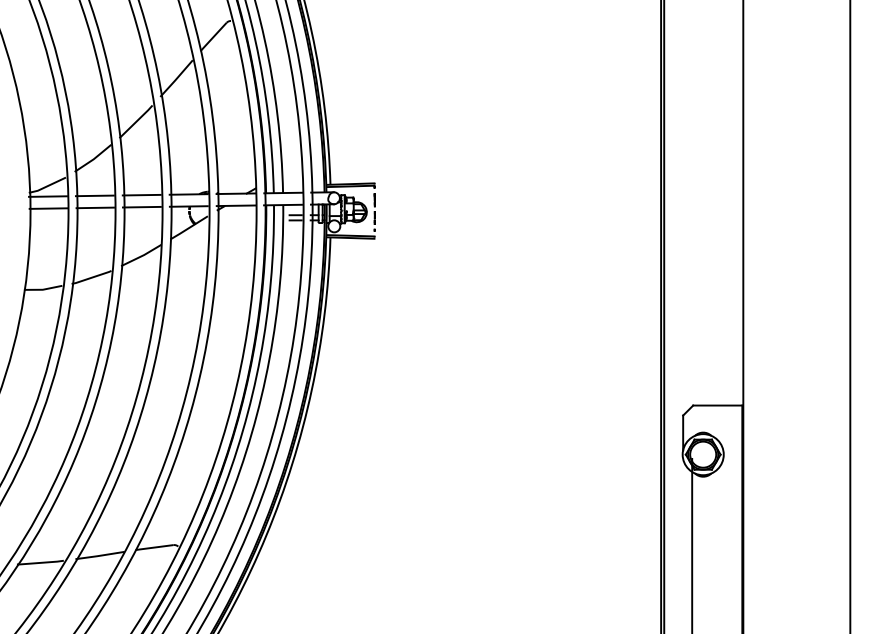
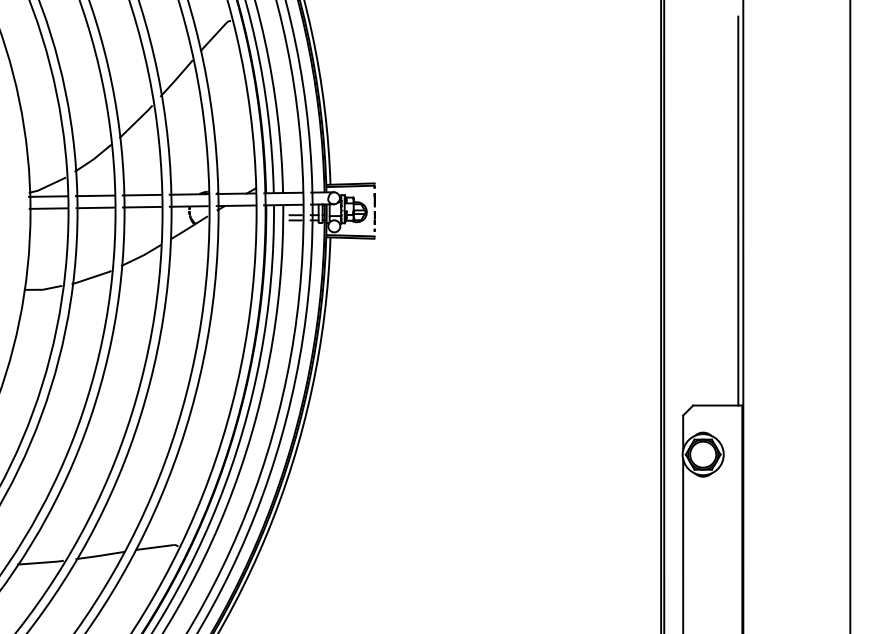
line at (738, 210): none -> present
line at (692, 544) position: (692, 544) -> (683, 544)
